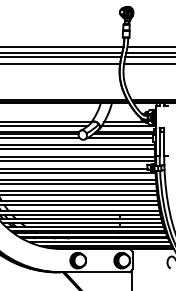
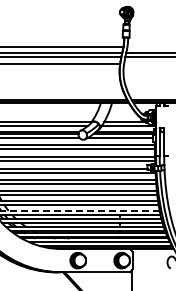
line at (149, 46): present -> none
line at (148, 63): present -> none
line at (79, 210): solid -> dashed
